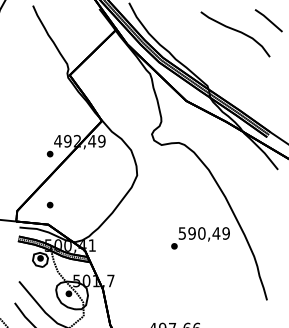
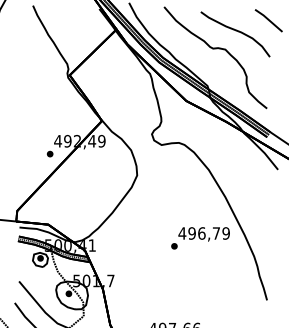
curve at (215, 49): none -> present
part at (49, 204): present -> none
text at (199, 233): 590,49 -> 496,79
